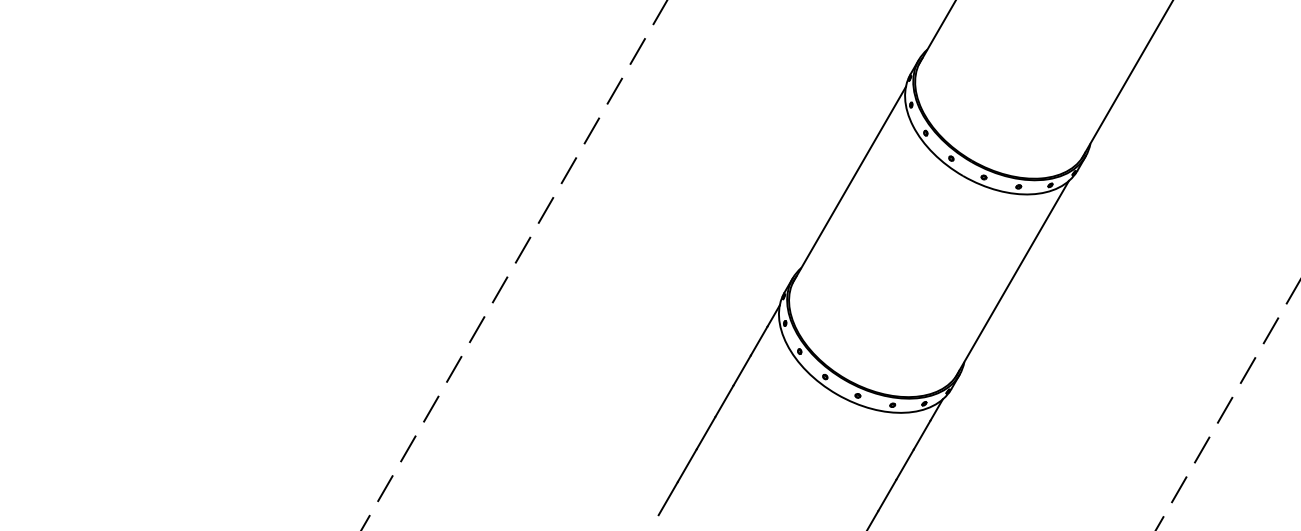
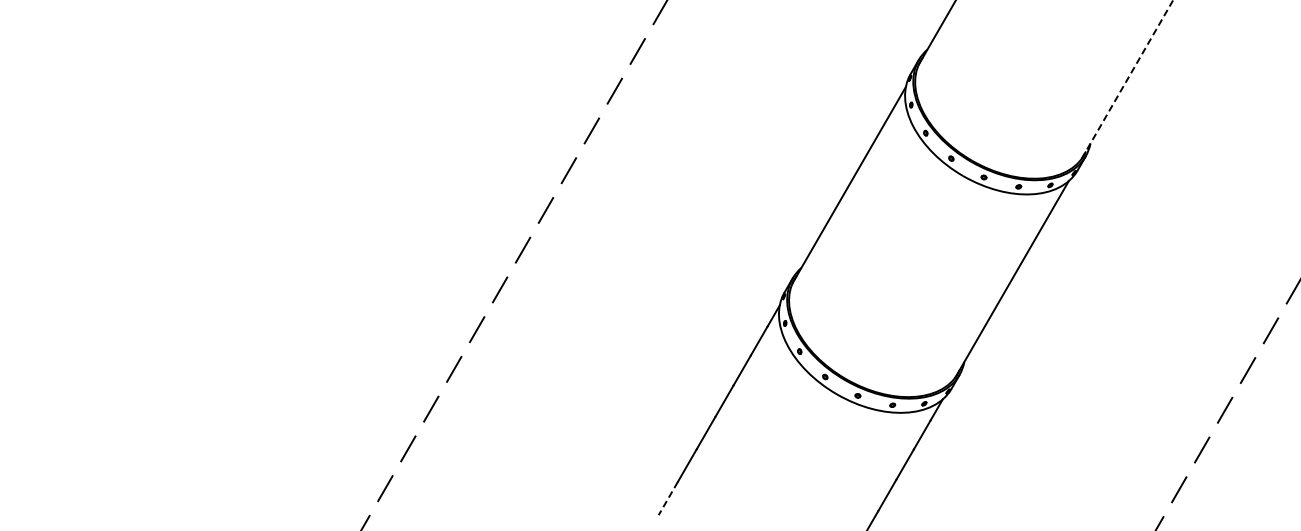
line at (1127, 79): solid -> dashed
line at (668, 499): solid -> dashed
